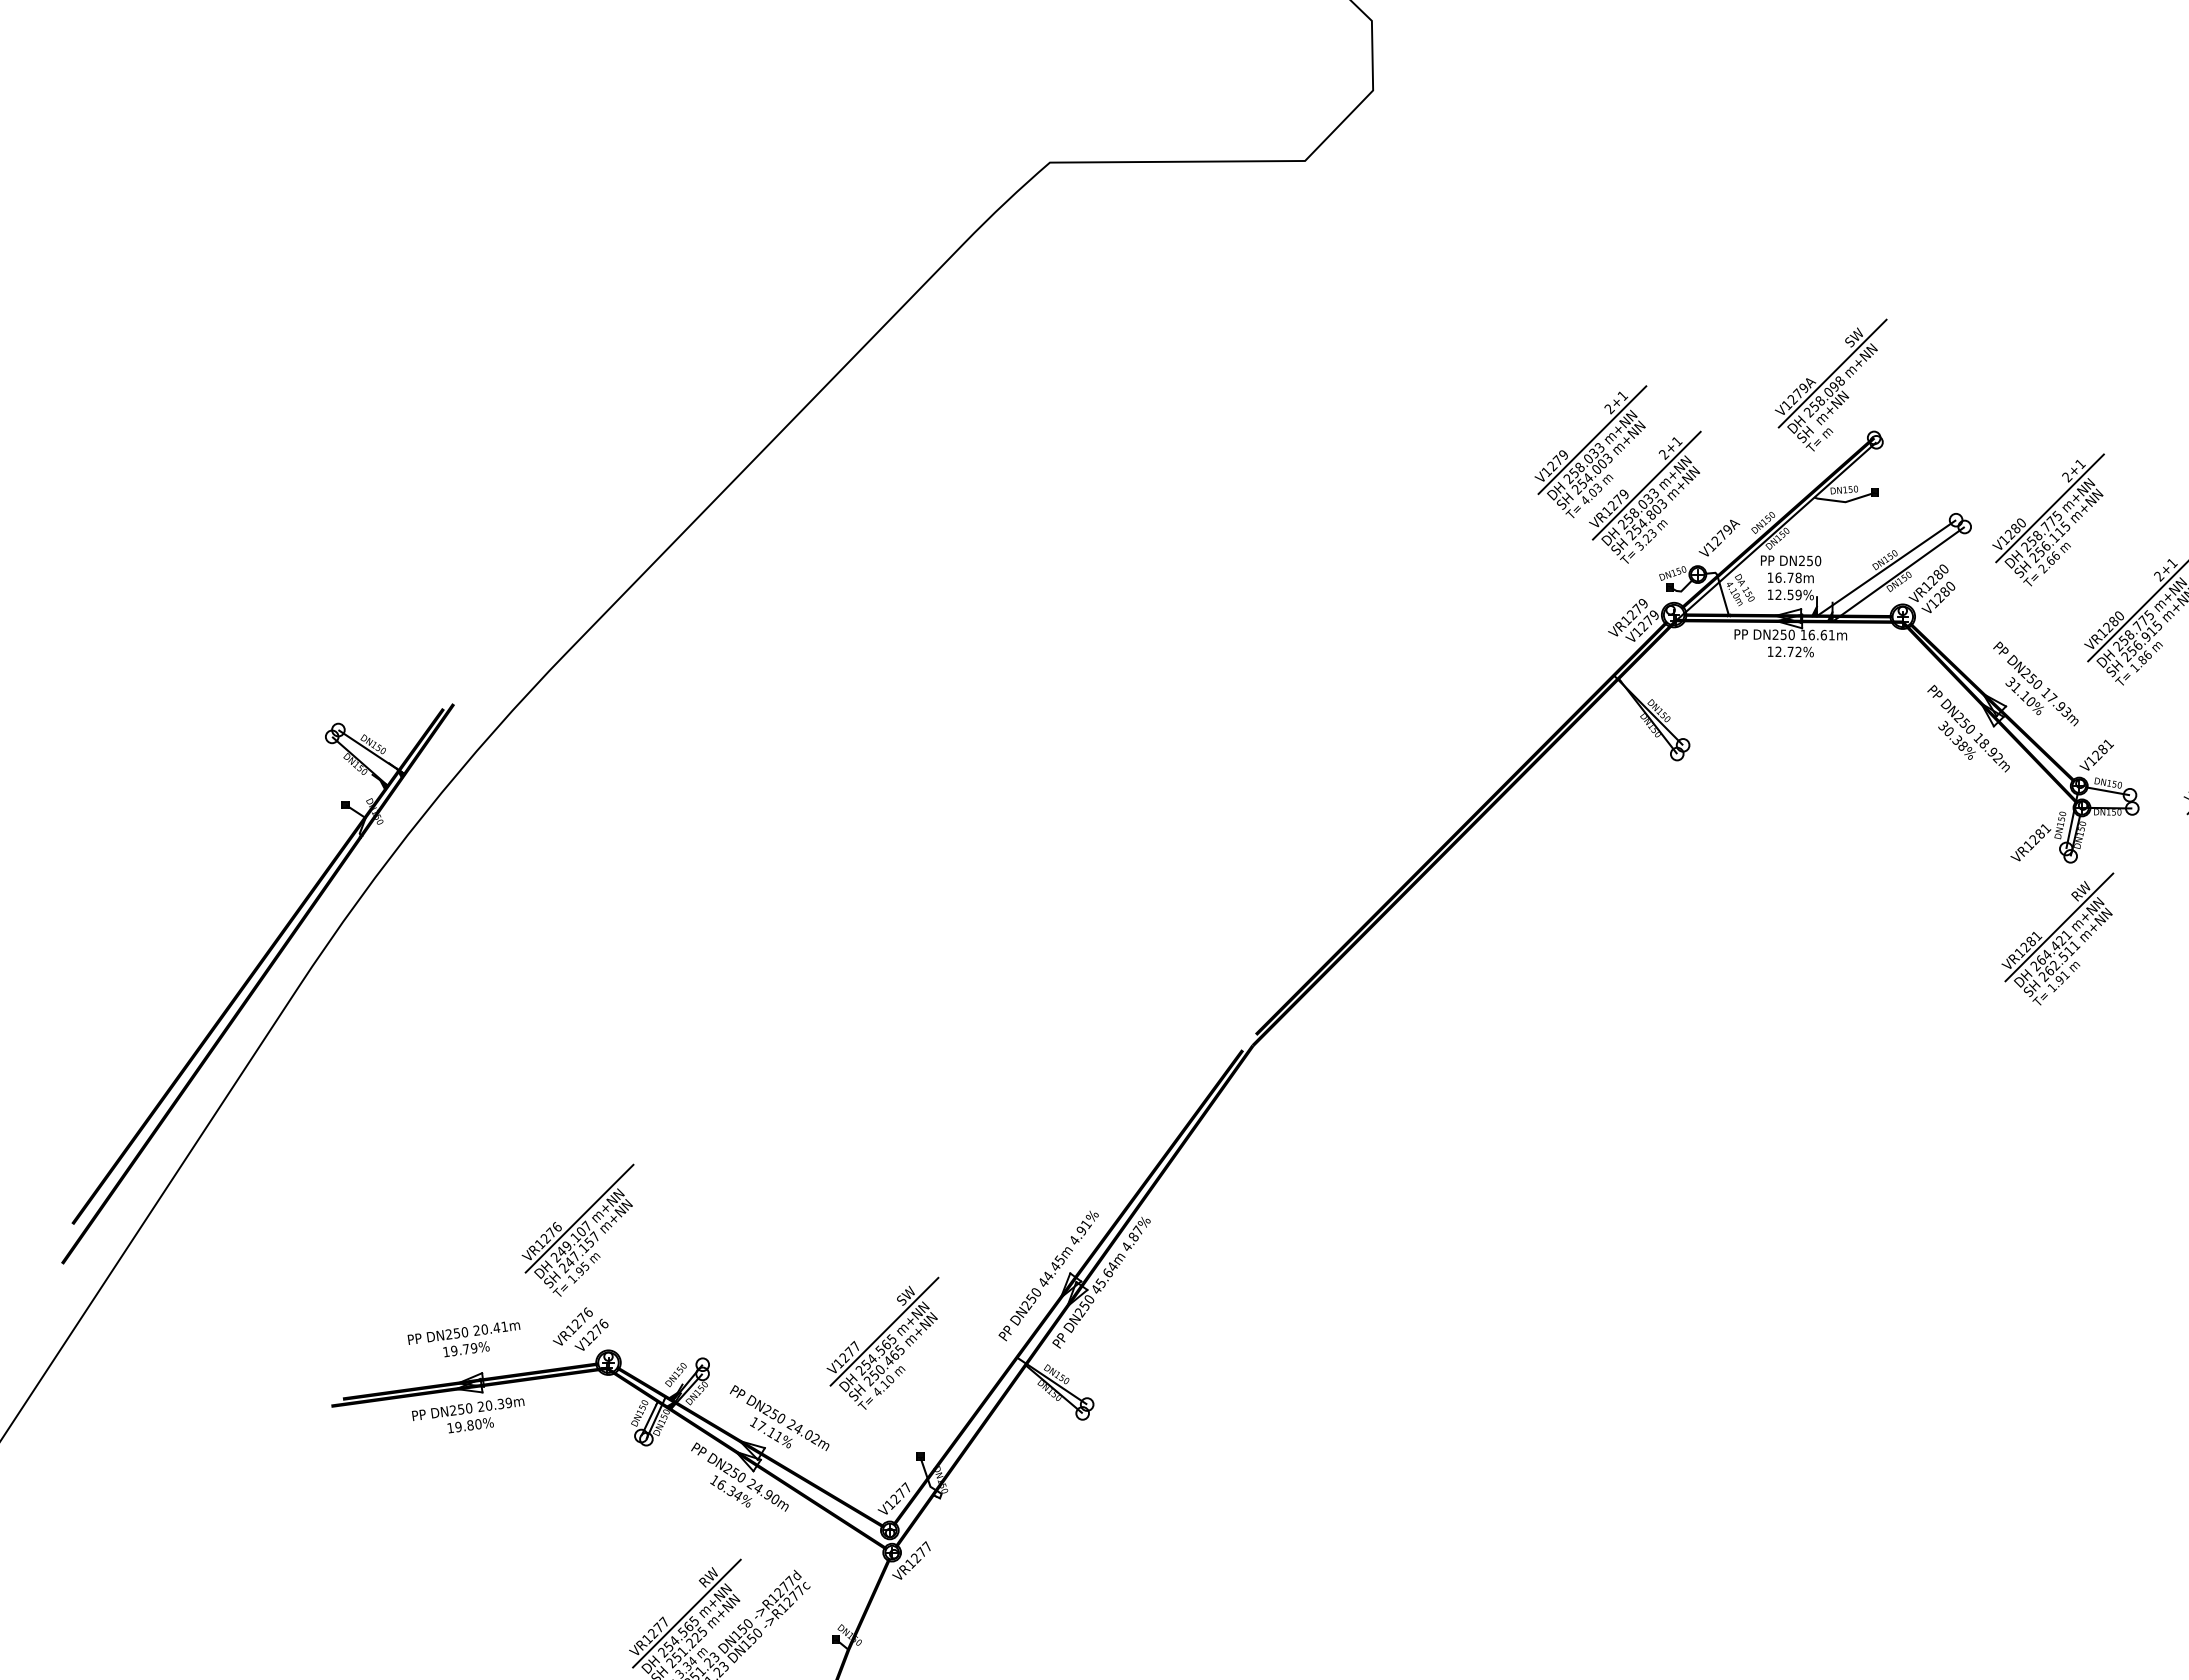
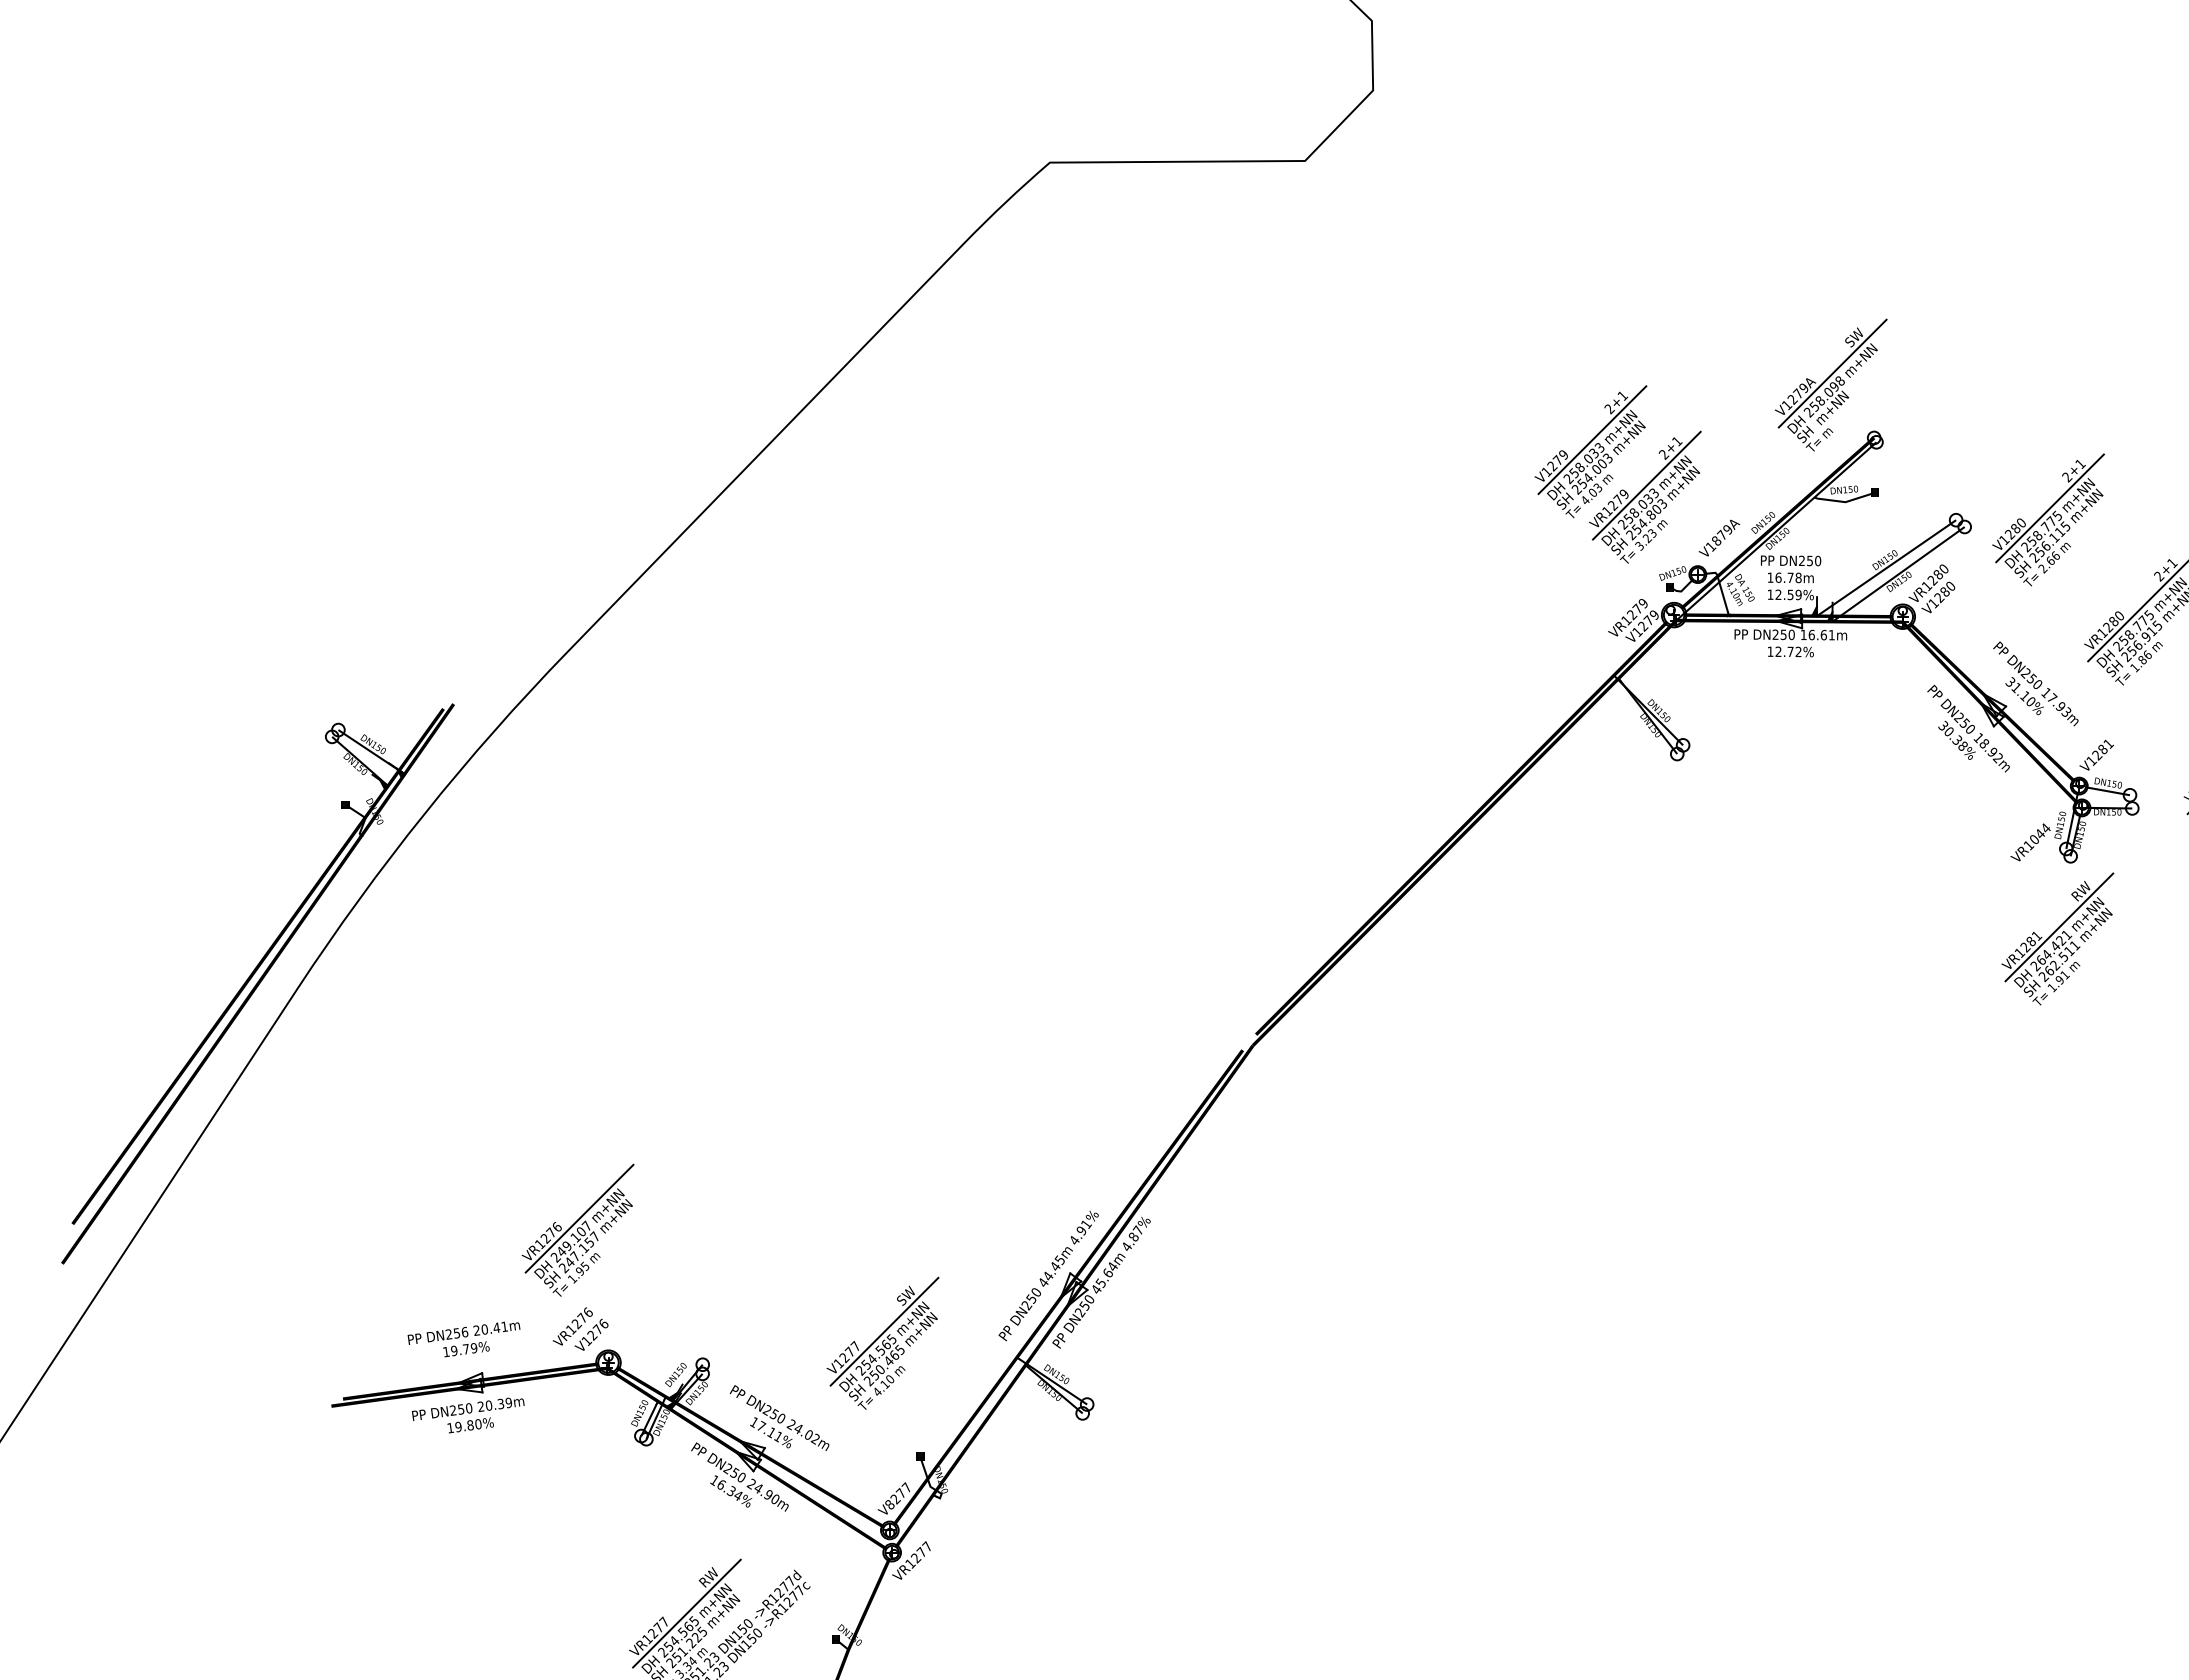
text at (1716, 541): V1279A -> V1879A
text at (2040, 833): VR1281 -> VR1044
text at (464, 1331): DN250 -> DN256
text at (890, 1504): V1277 -> V8277
